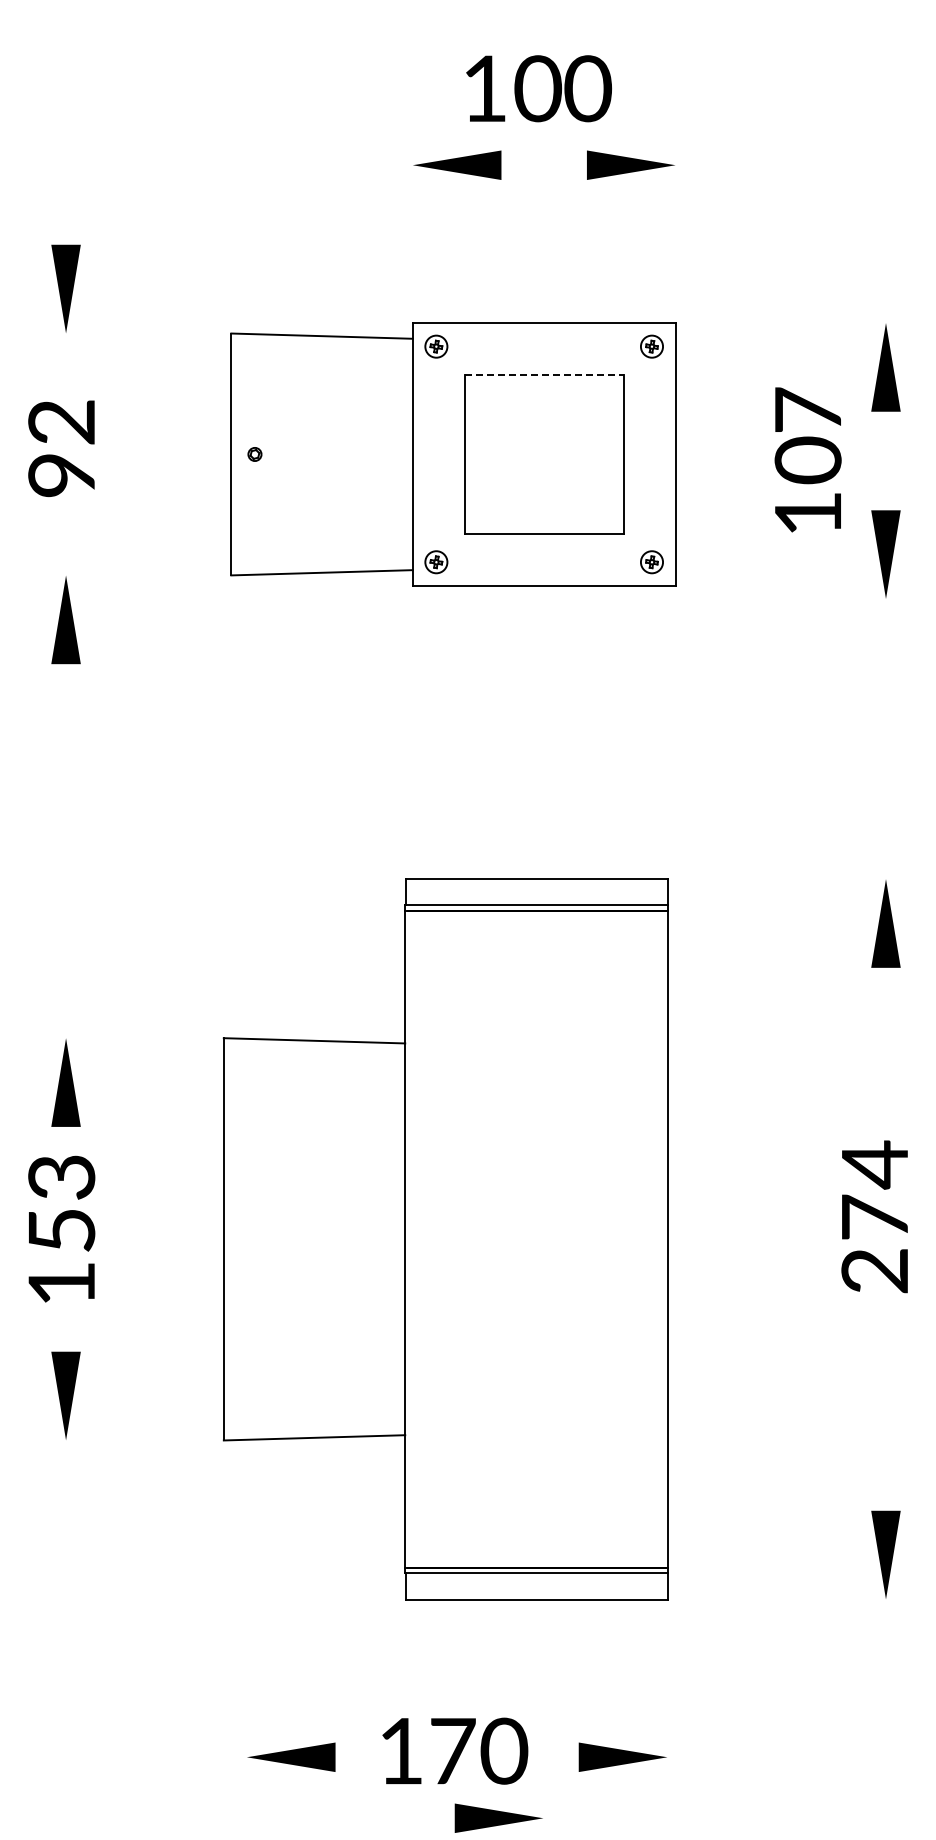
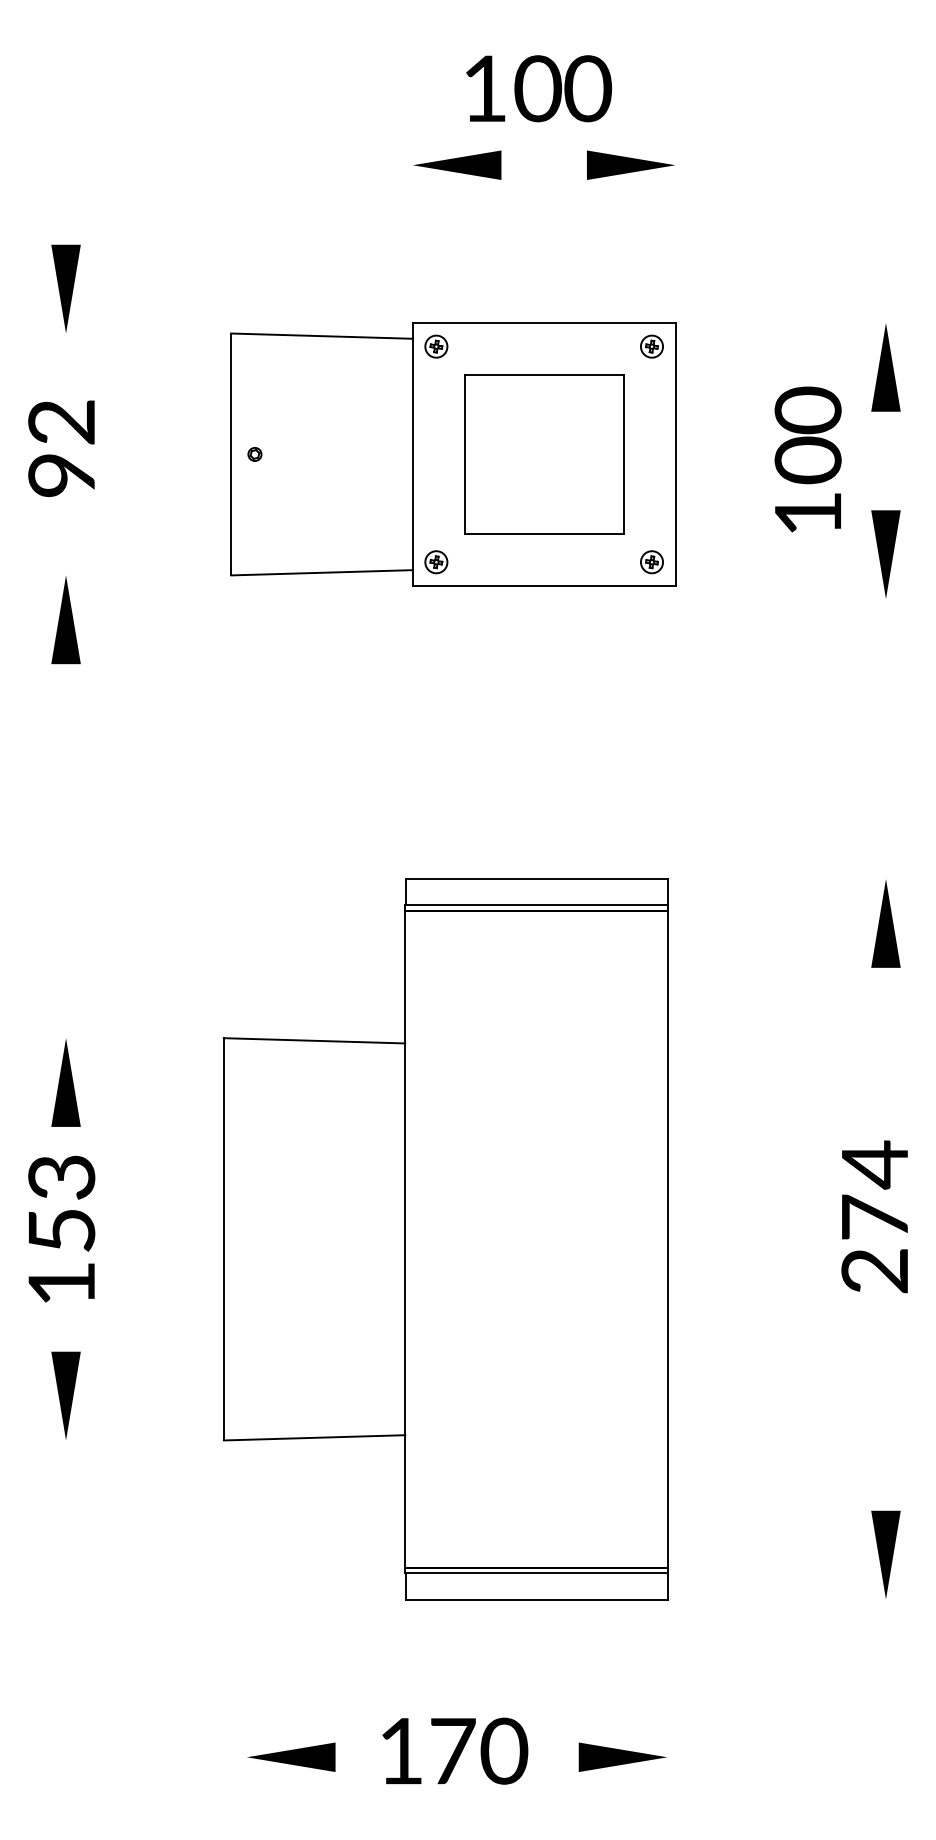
line at (544, 374): dashed -> solid
text at (807, 410): 7 -> 0
part at (498, 1817): present -> none
